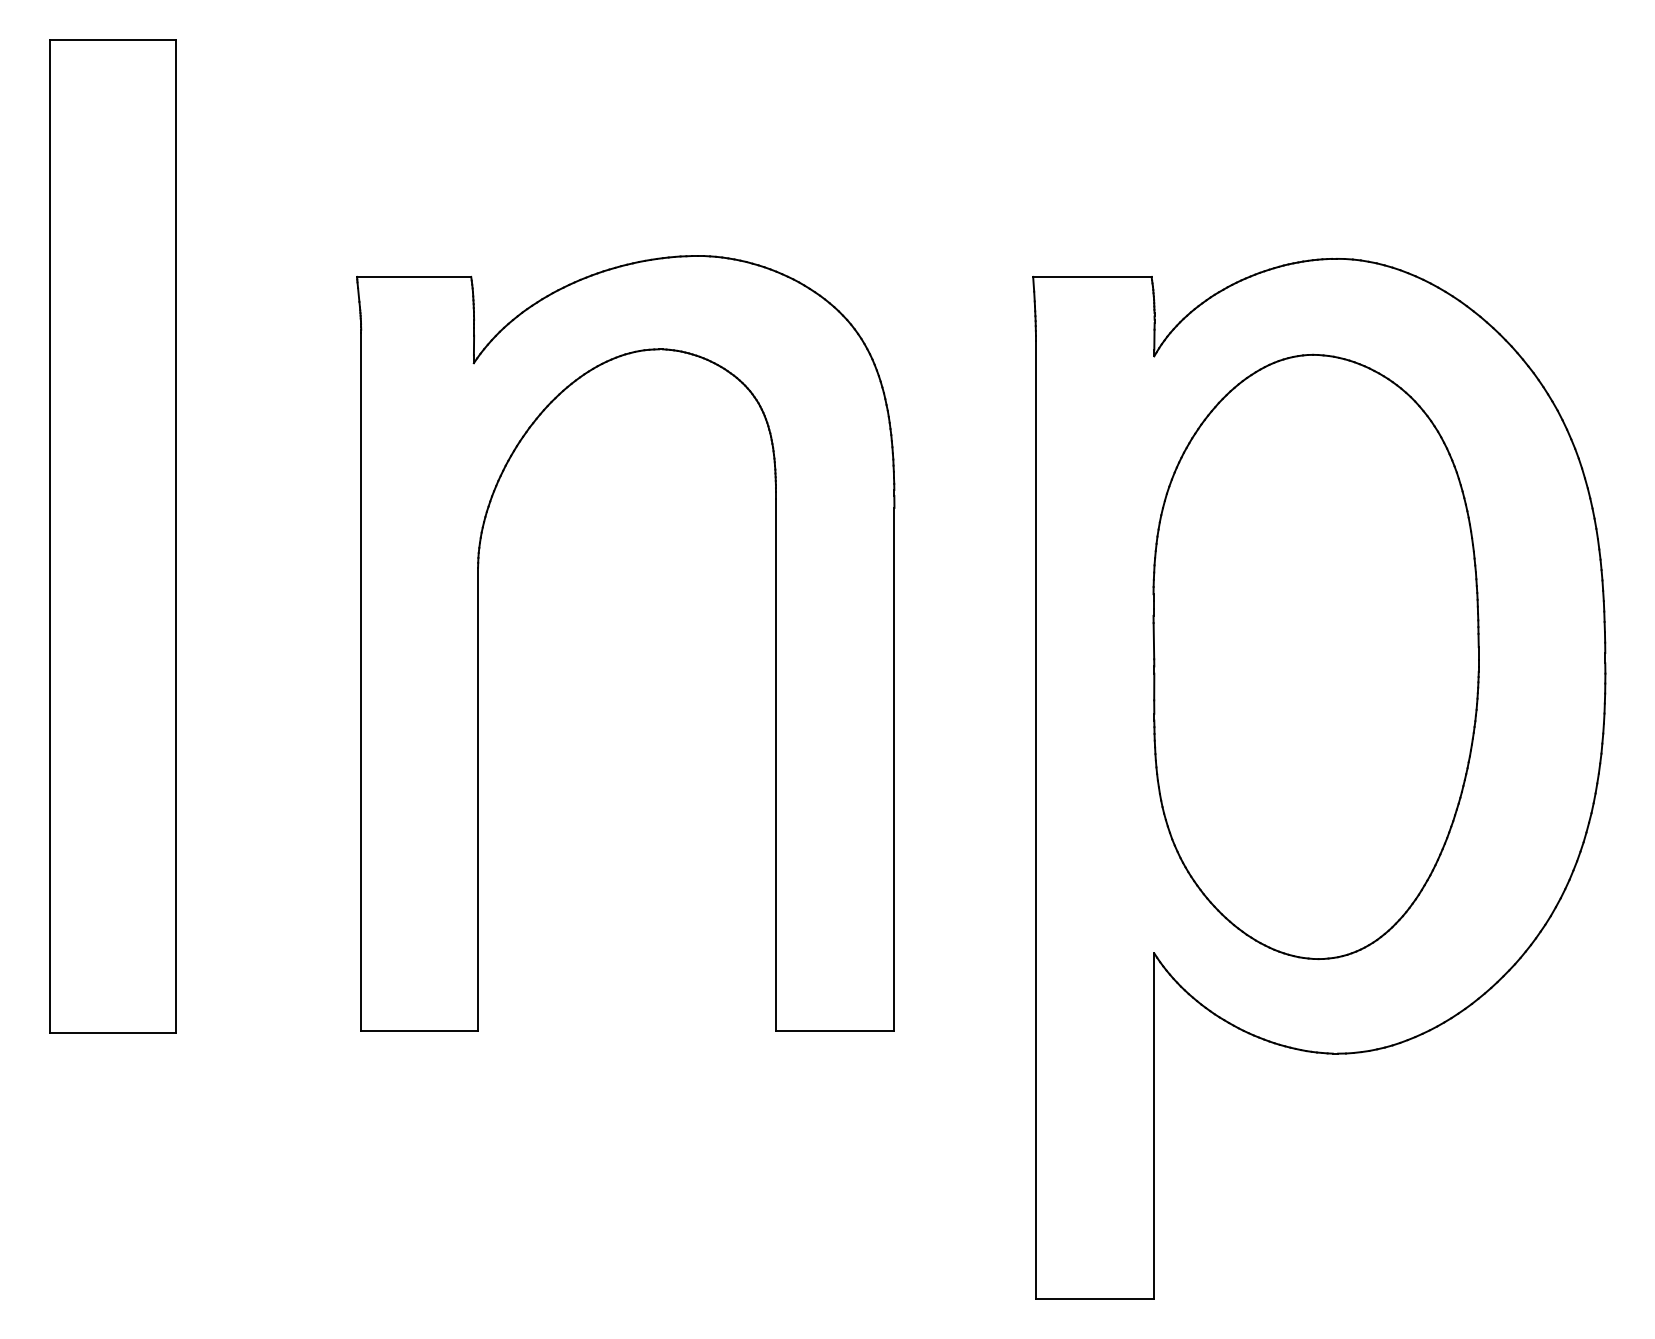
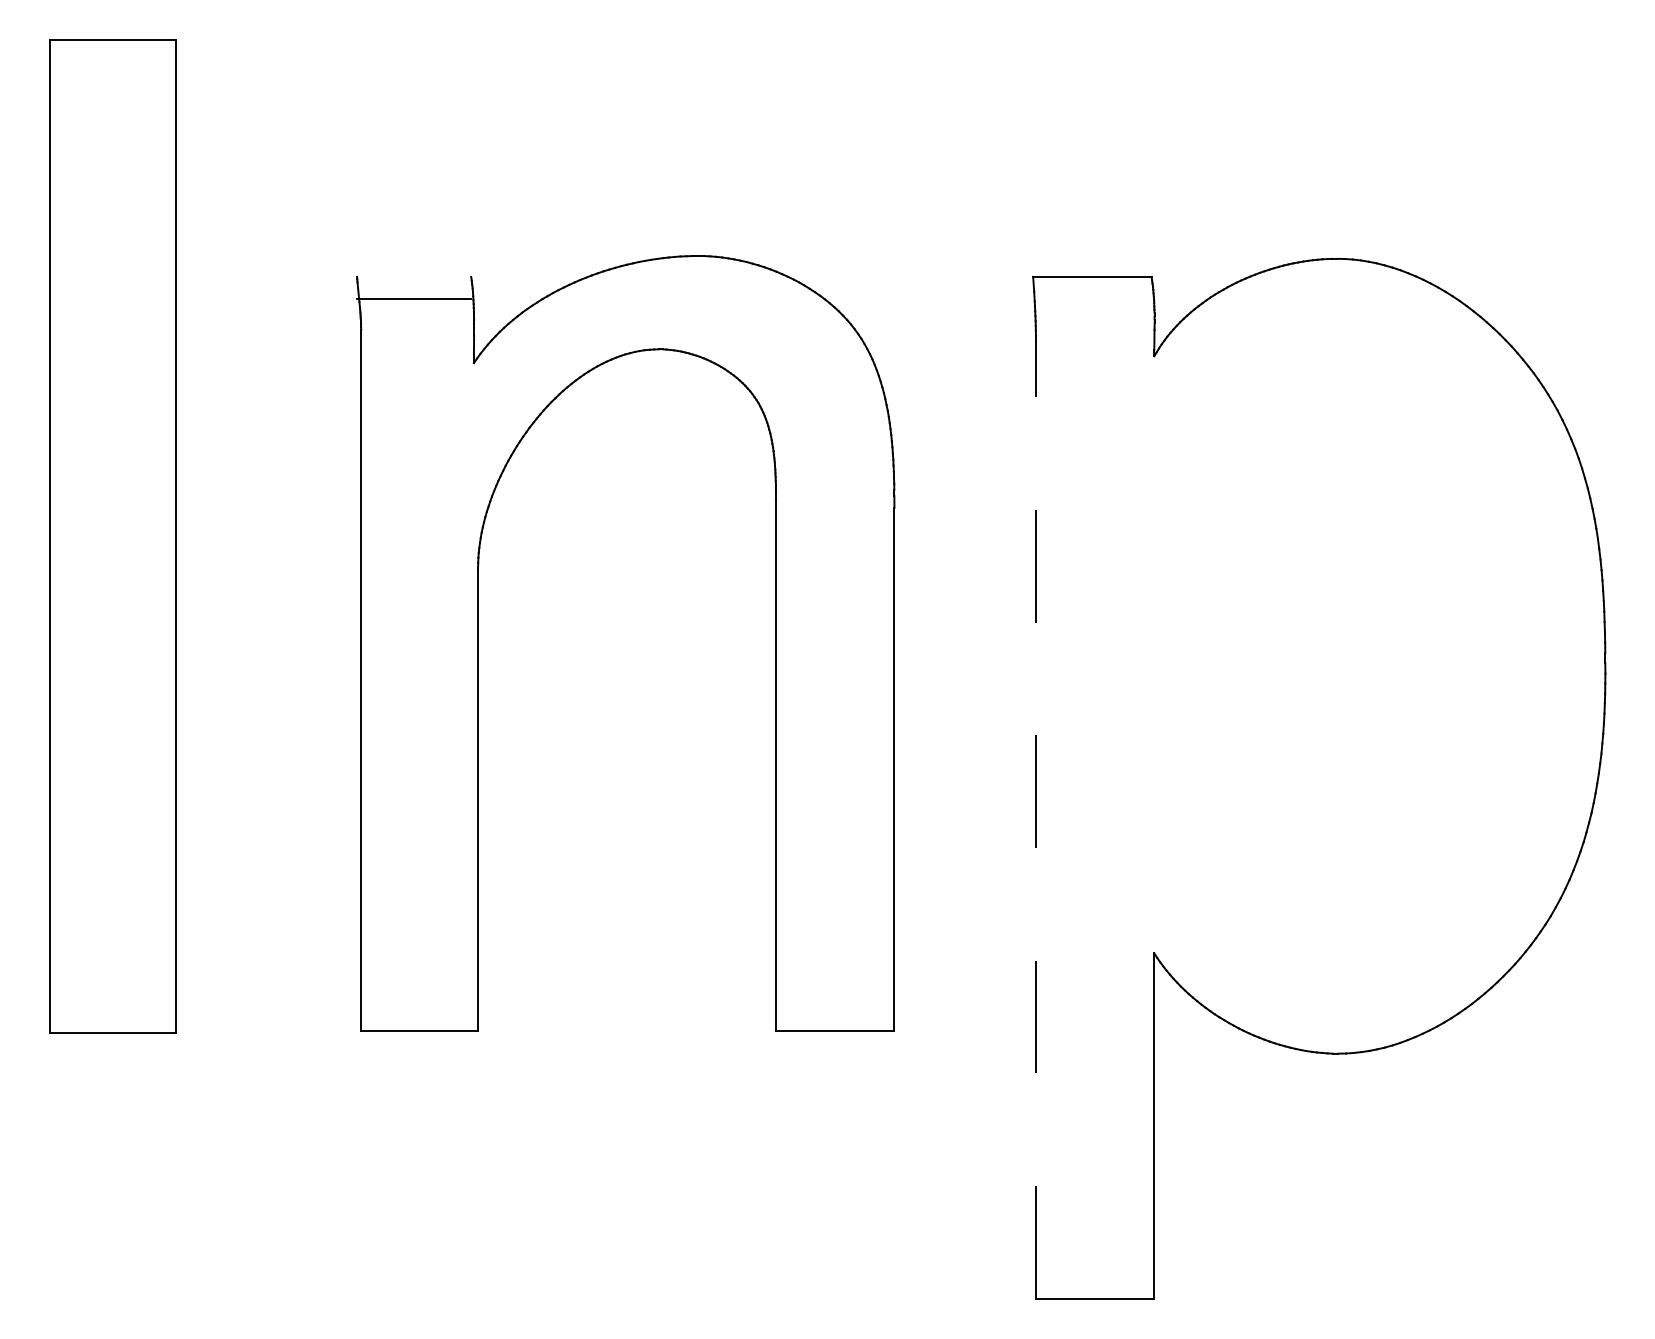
line at (414, 276) position: (414, 276) -> (414, 298)
part at (1315, 656): present -> none
line at (1035, 819): solid -> dashed
